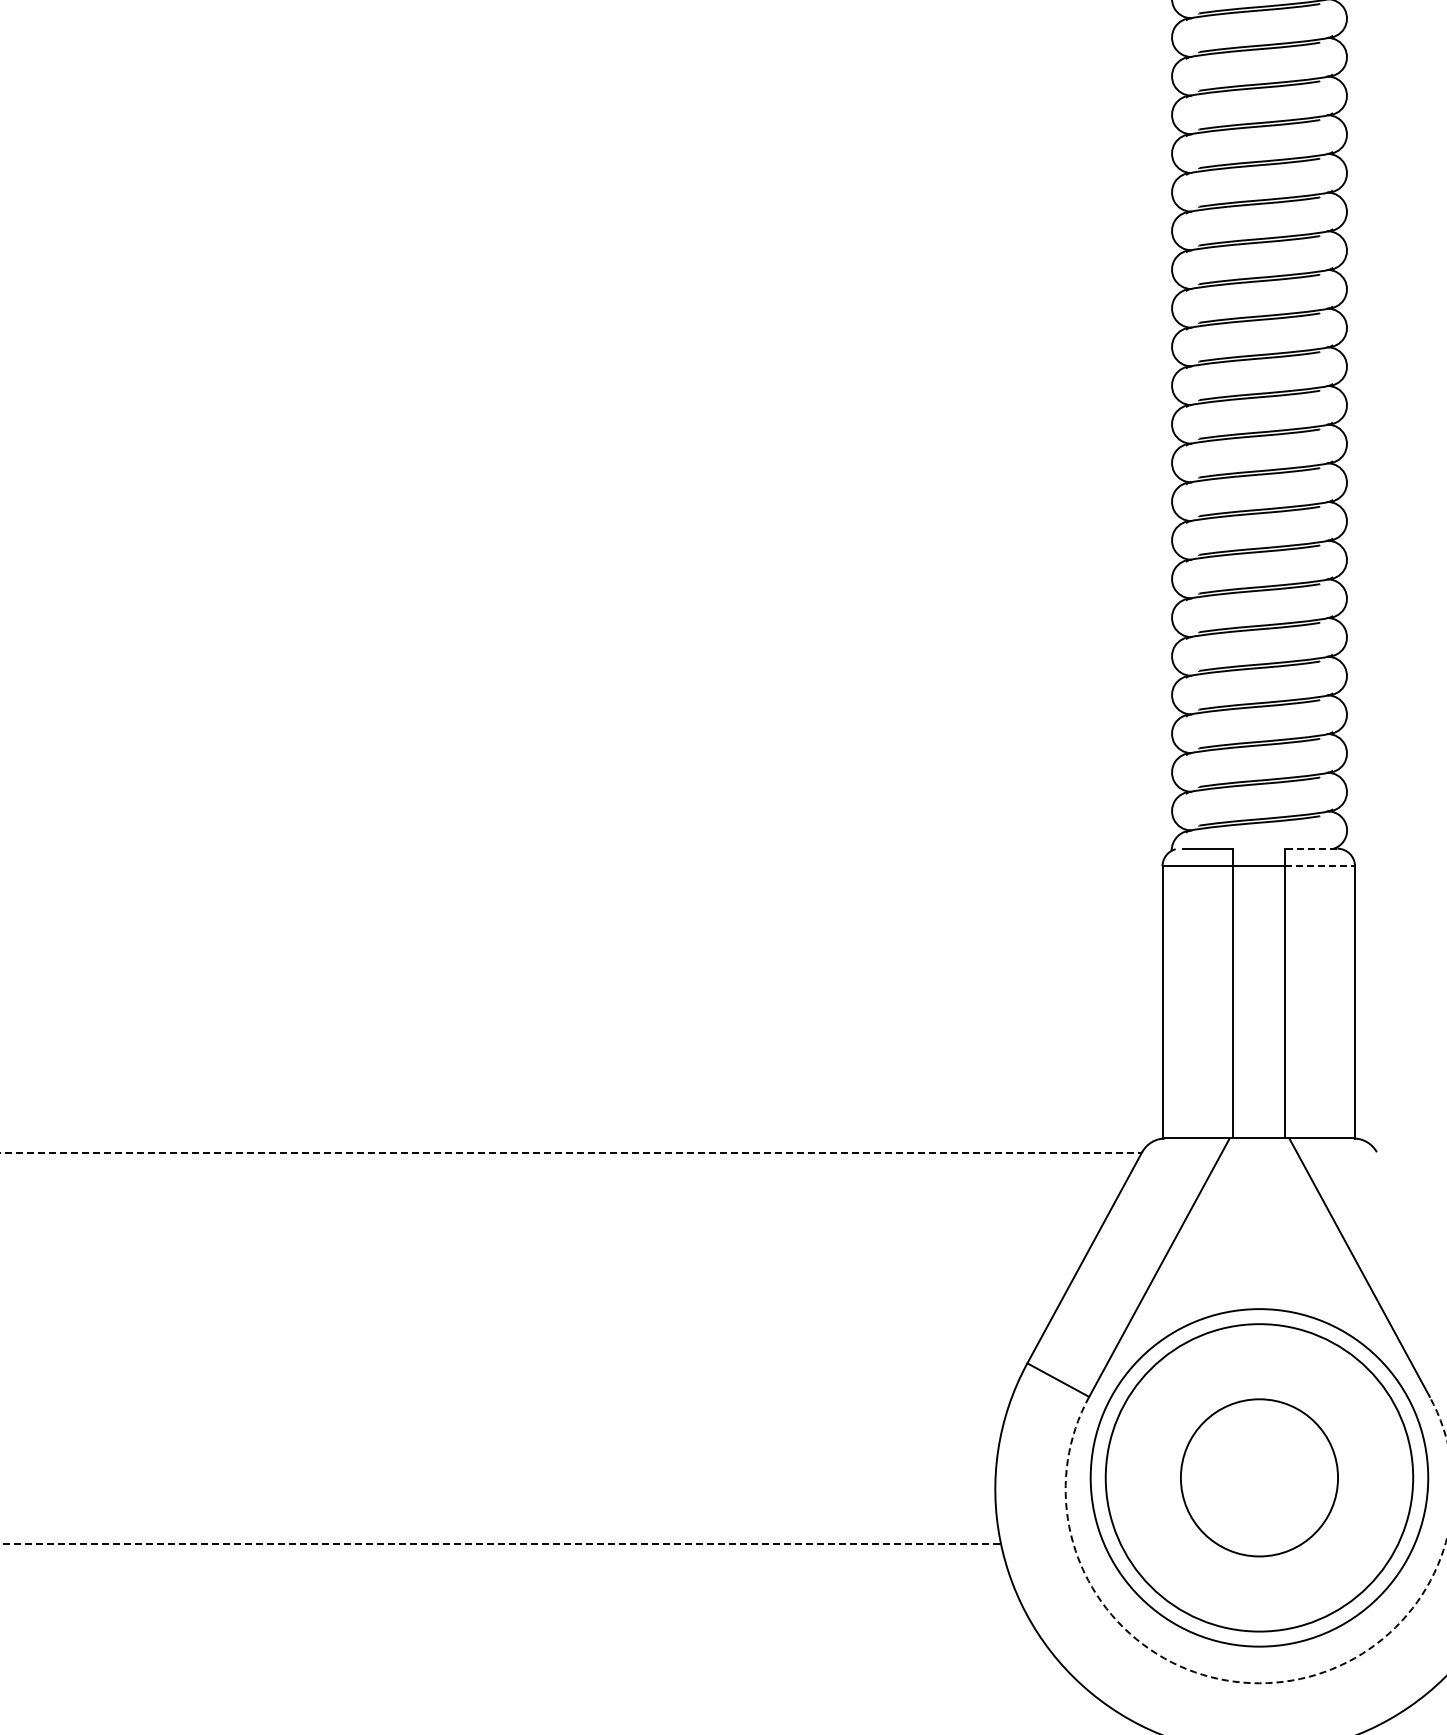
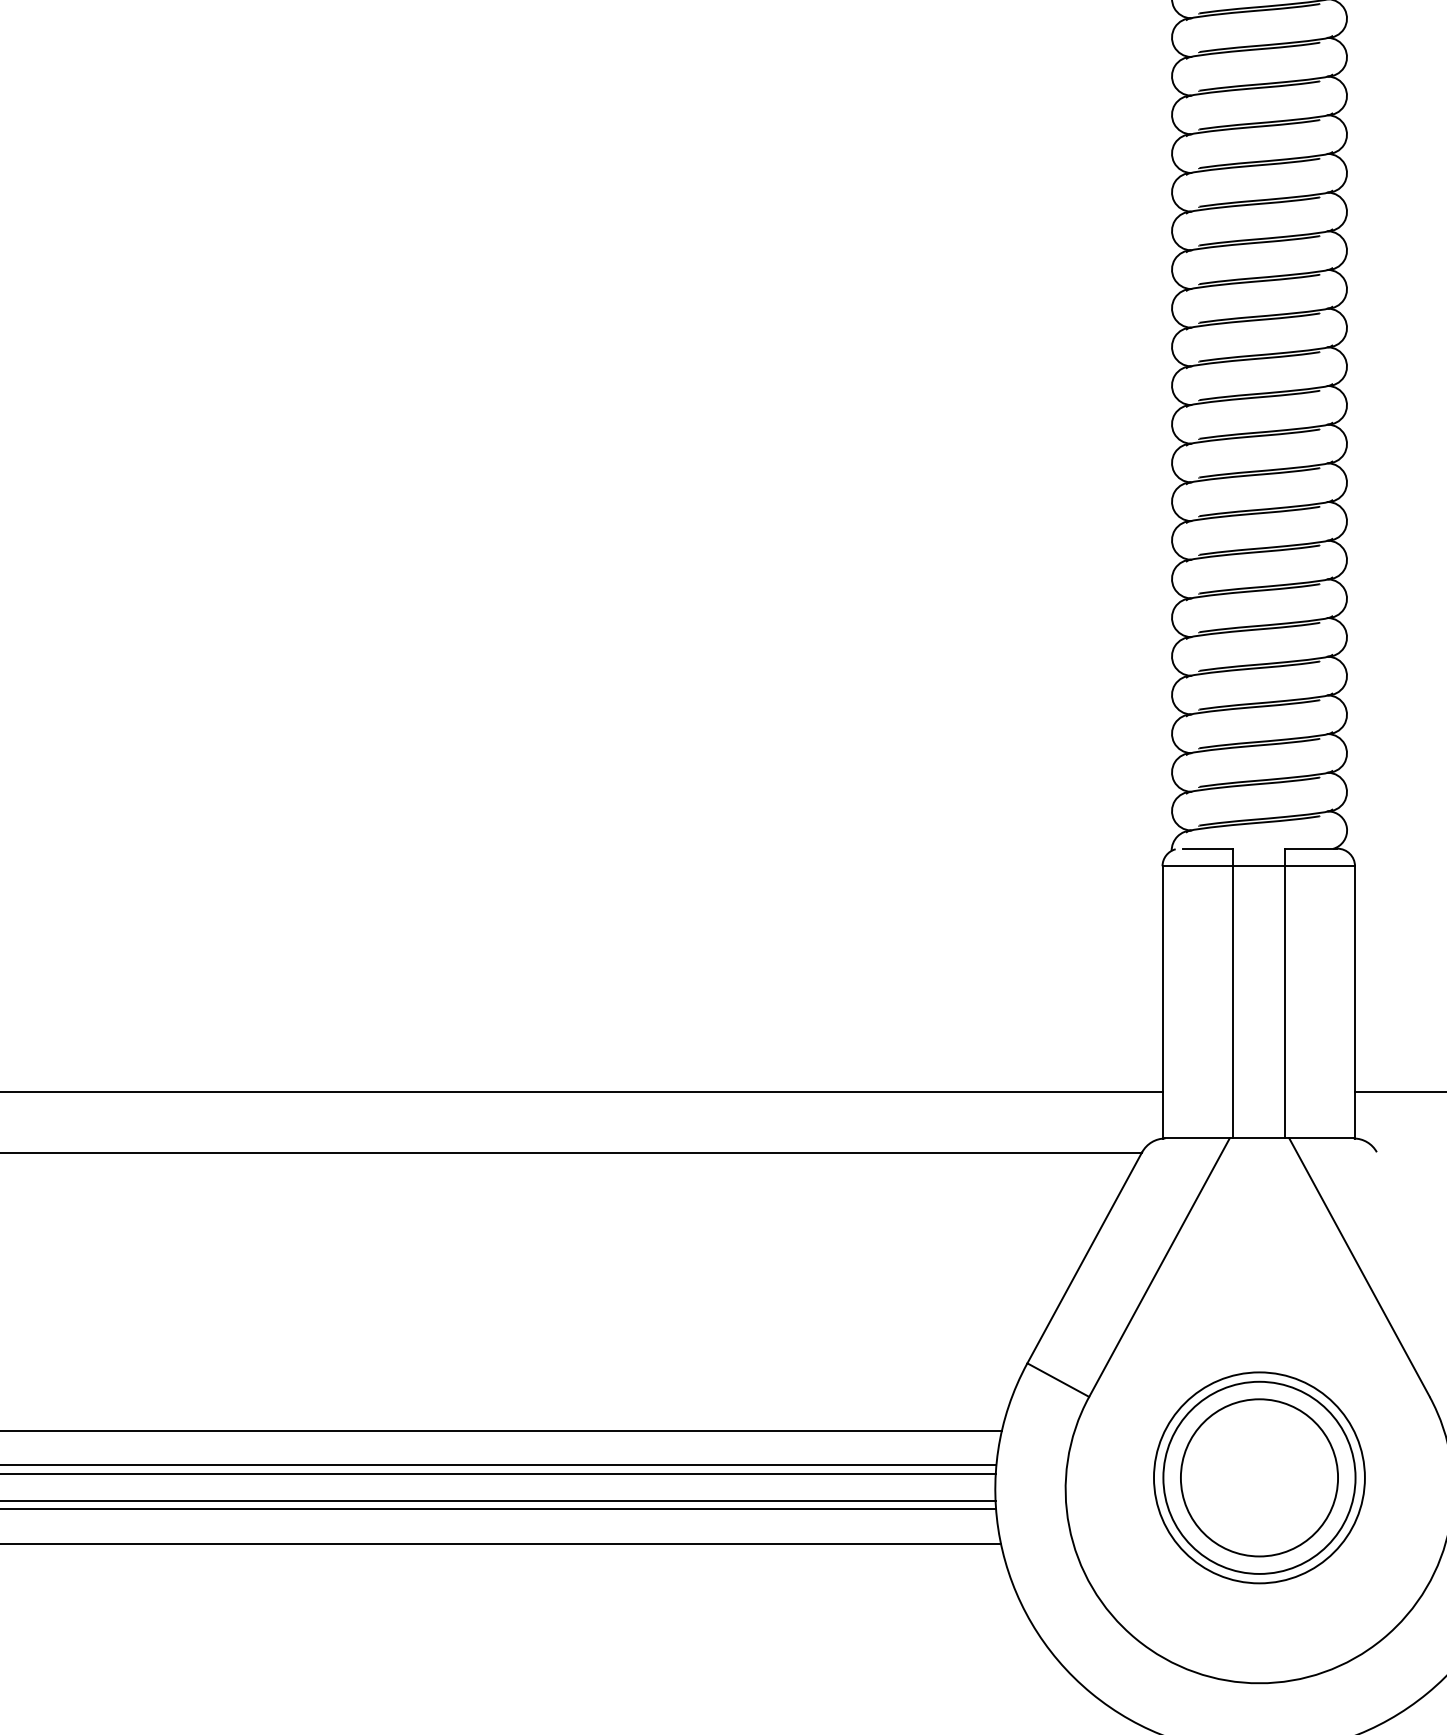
line at (1310, 848): dashed -> solid
line at (1320, 866): dashed -> solid
line at (582, 1091): none -> present
line at (1399, 1091): none -> present
line at (571, 1153): dashed -> solid
line at (501, 1431): none -> present
line at (499, 1465): none -> present
line at (498, 1473): none -> present
circle at (1259, 1477) diameter: 307 px -> 192 px
circle at (1259, 1477) diameter: 338 px -> 211 px
line at (498, 1501): none -> present
line at (499, 1509): none -> present
line at (500, 1543): dashed -> solid
arc at (1210, 1677): dashed -> solid
